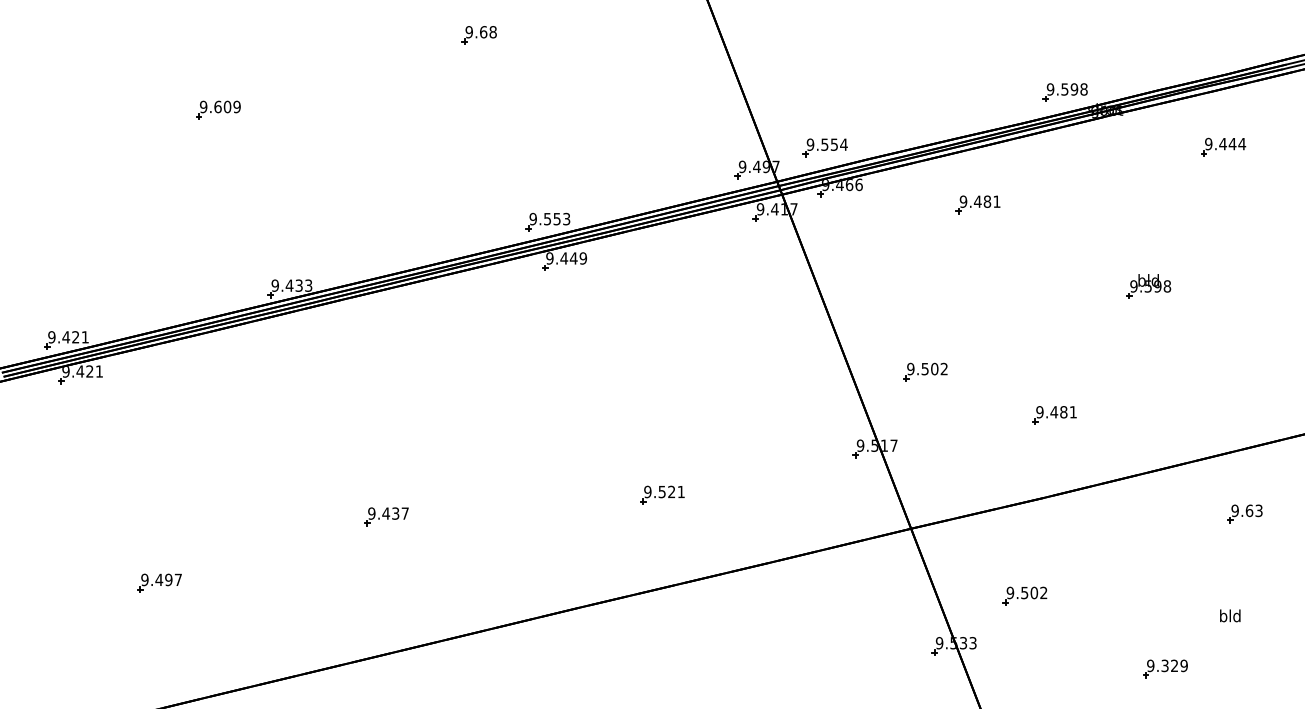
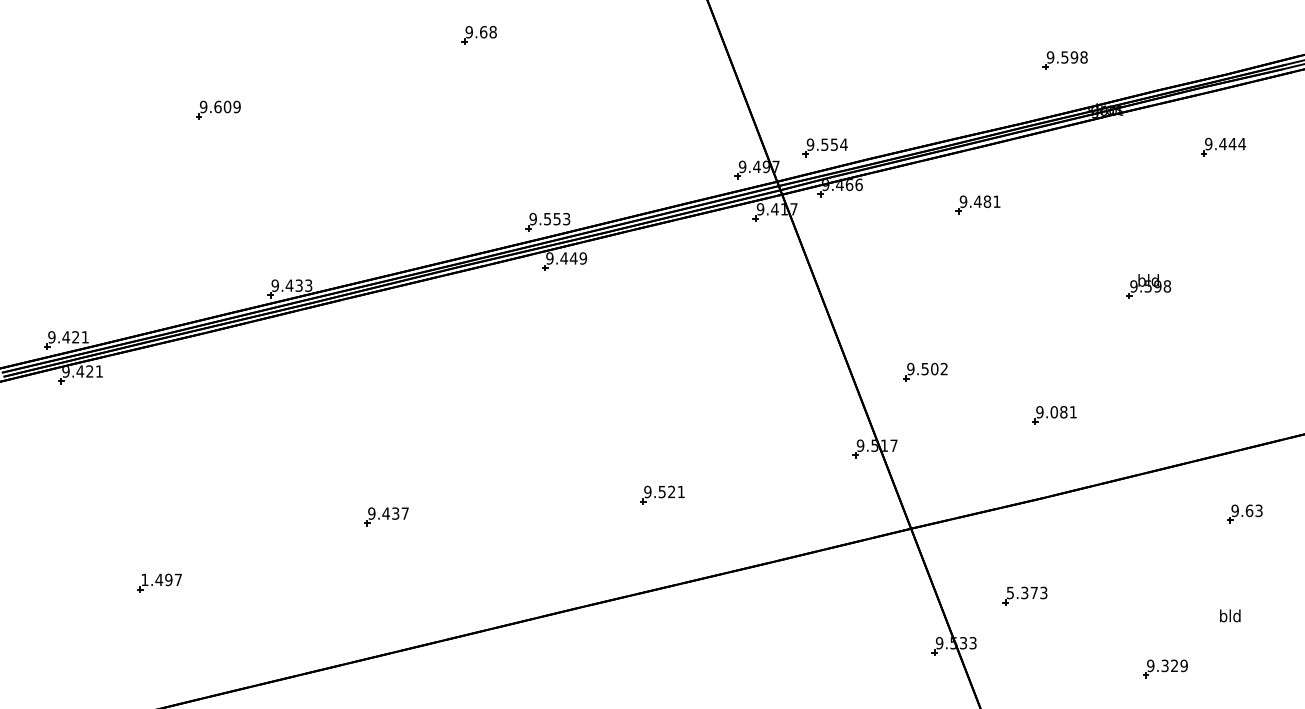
part at (1064, 92) position: (1064, 92) -> (1064, 60)
text at (1054, 412): 9.481 -> 9.081
text at (144, 579): 9.497 -> 1.497
text at (1026, 592): 9.502 -> 5.373
